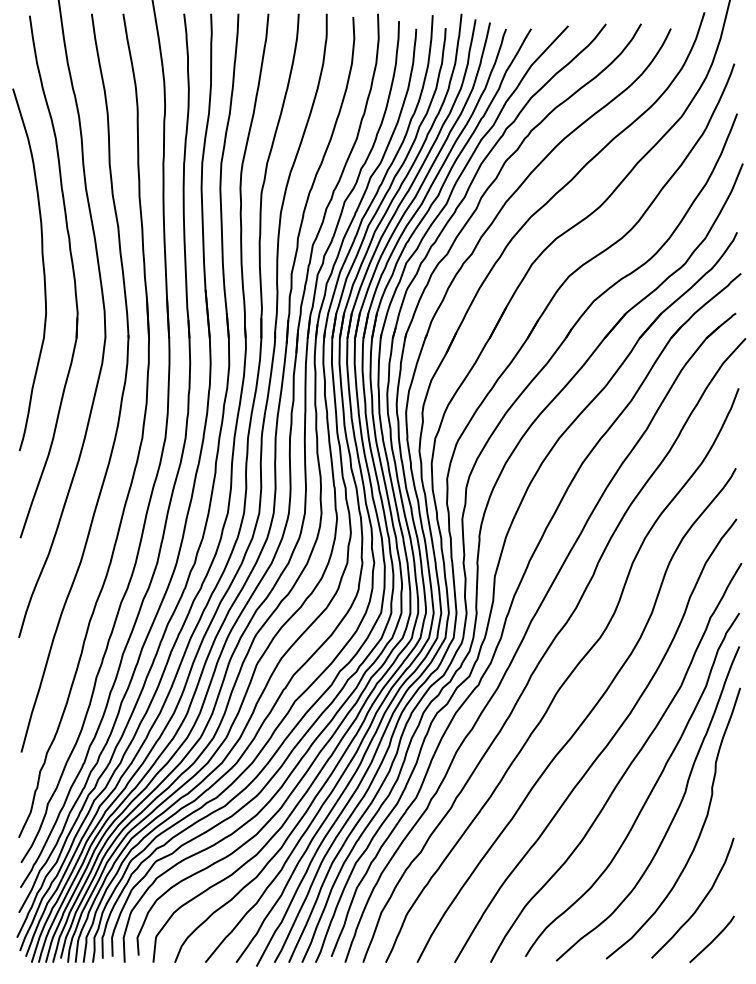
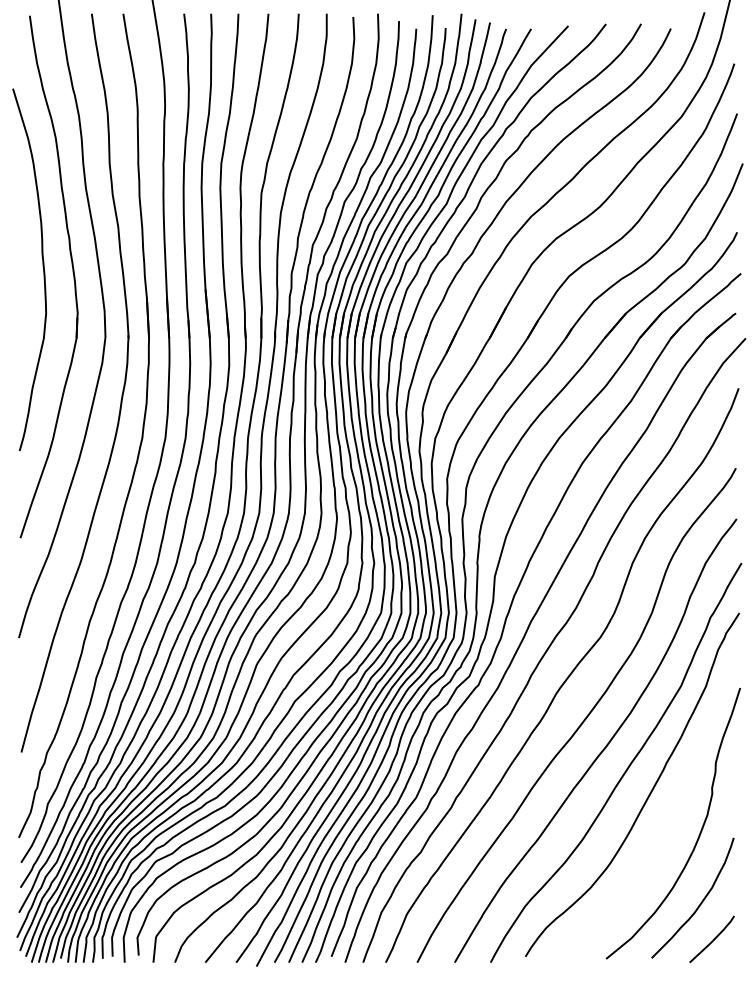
curve at (673, 816): present -> none
